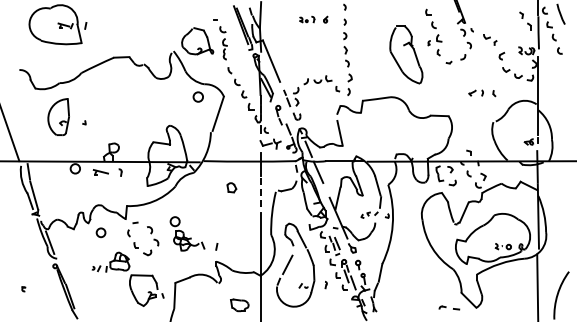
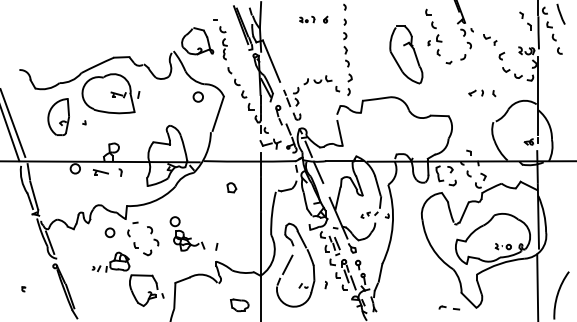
part at (57, 24) position: (57, 24) -> (110, 93)
line at (13, 125): none -> present
line at (260, 194): dashed -> solid
circle at (100, 232) position: (100, 232) -> (109, 232)
